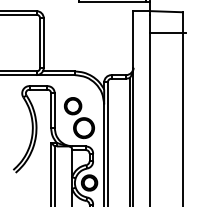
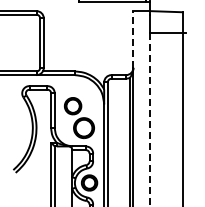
line at (133, 38): solid -> dashed
line at (149, 119): solid -> dashed
